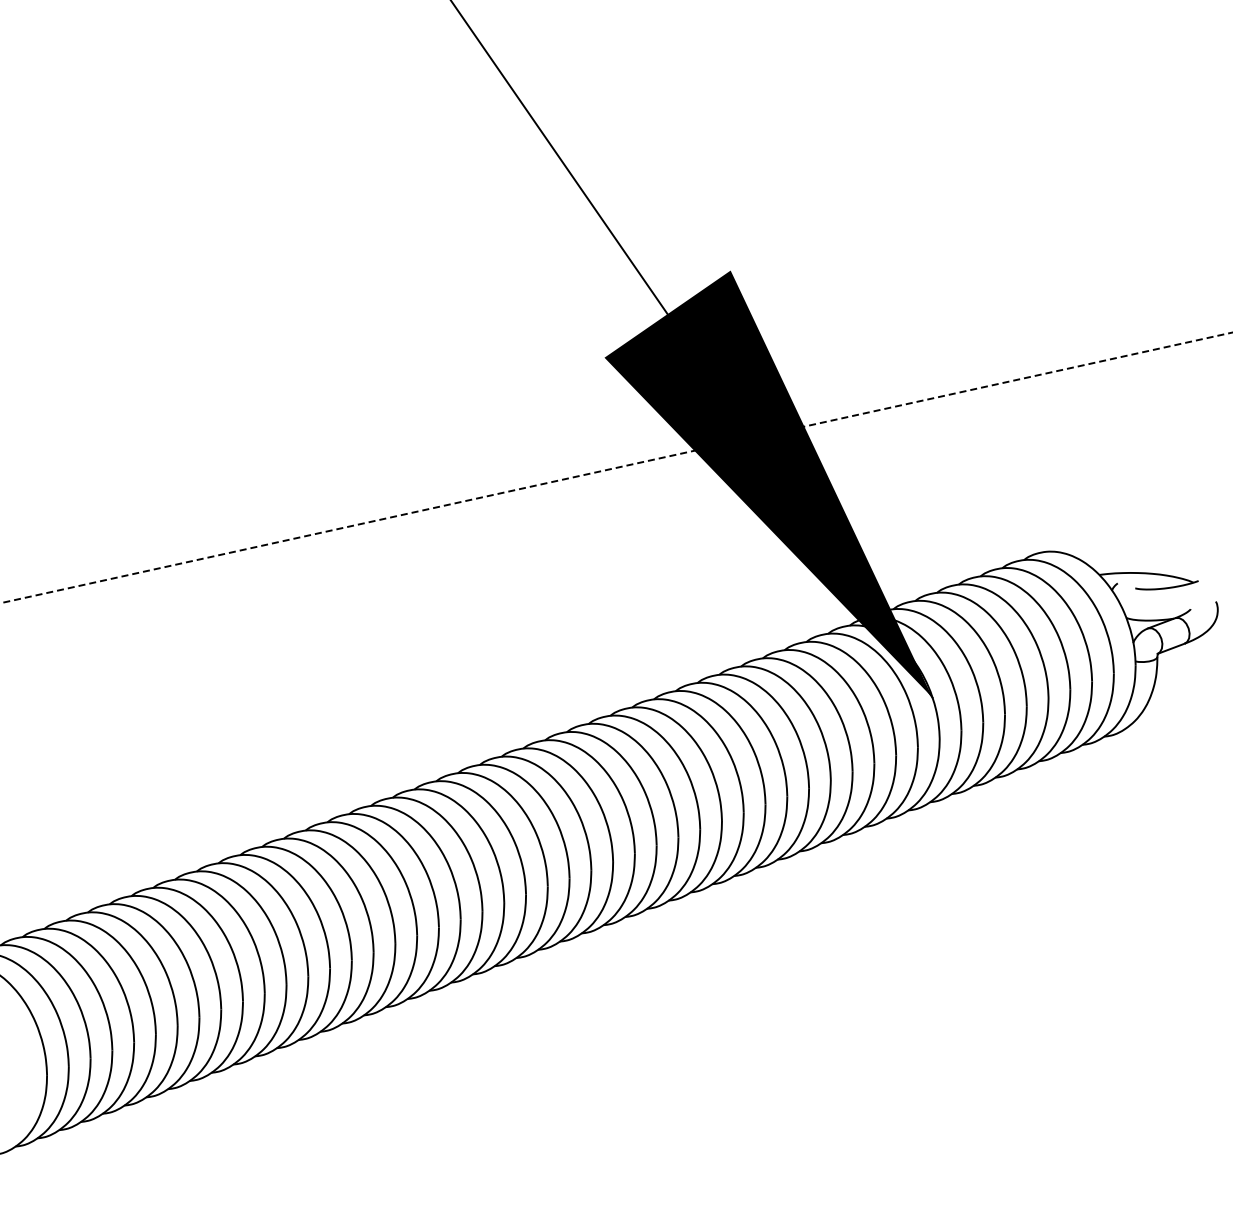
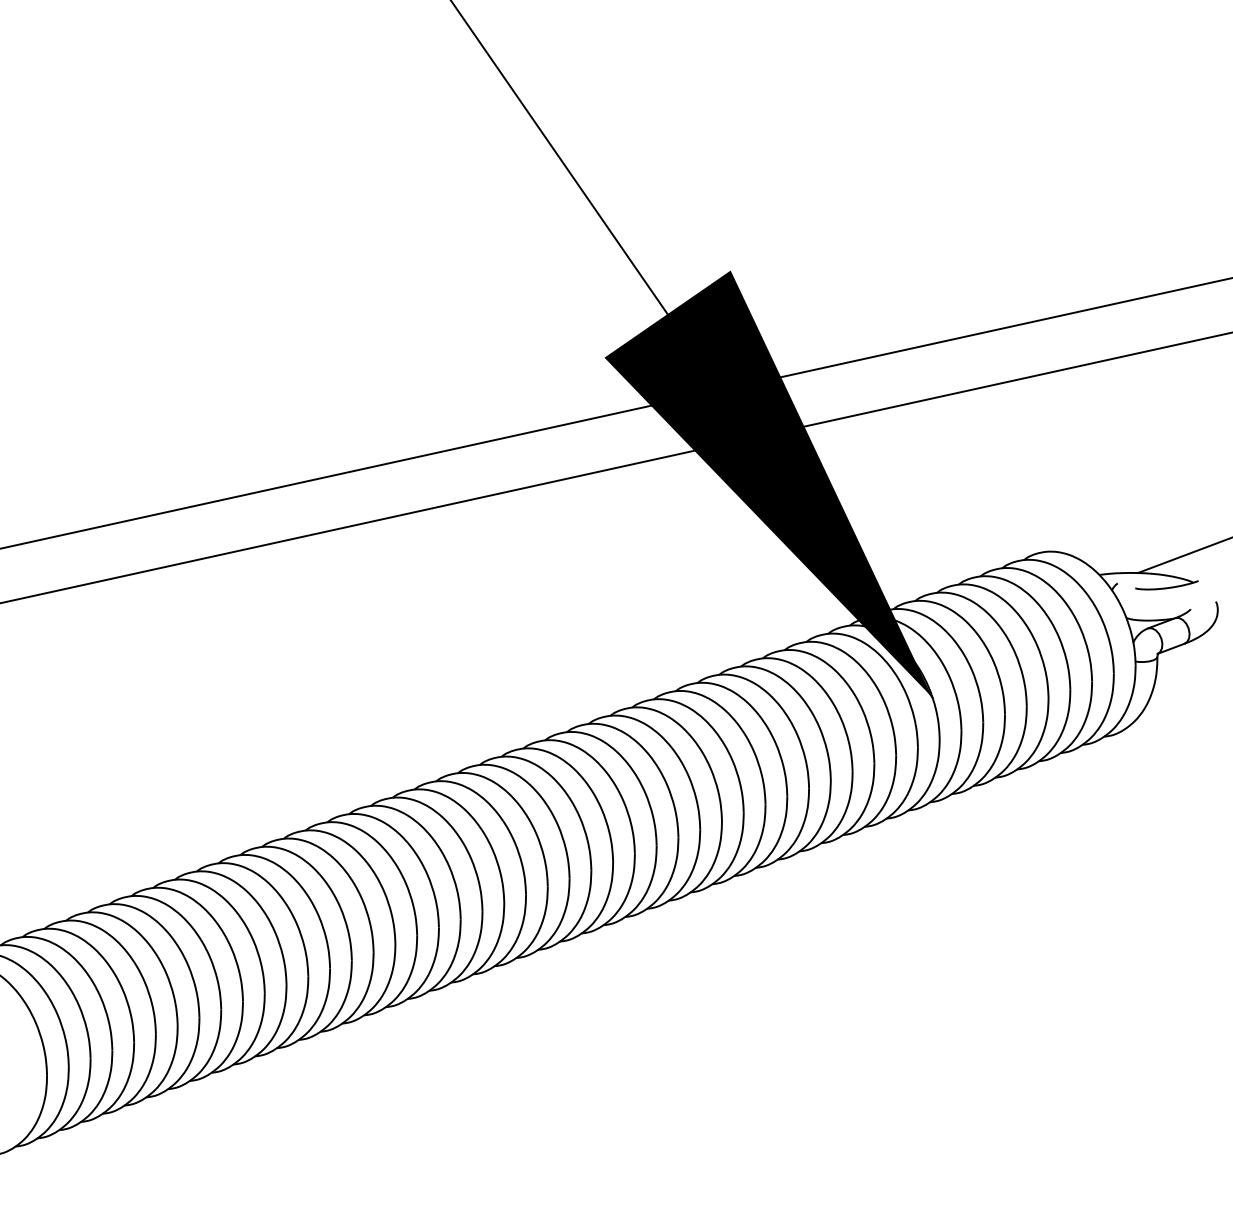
line at (615, 413): none -> present
line at (616, 467): dashed -> solid
line at (1183, 555): none -> present
